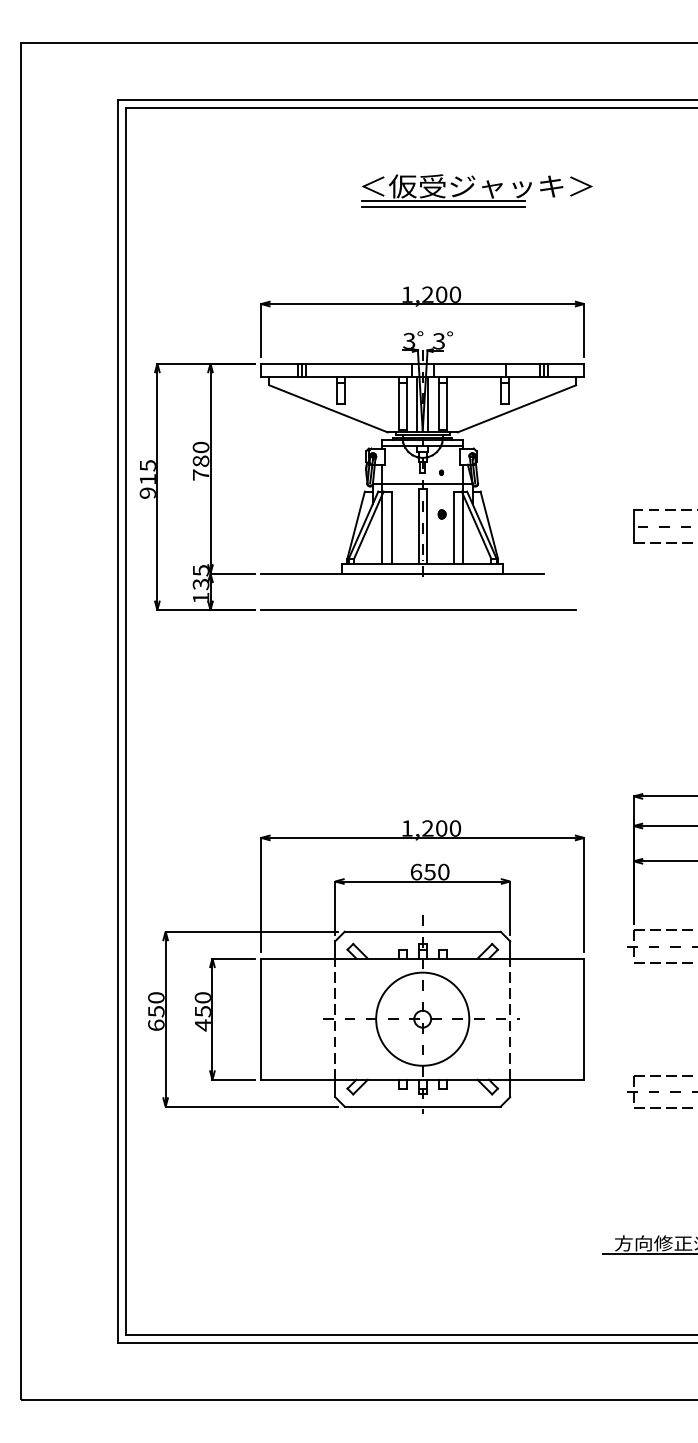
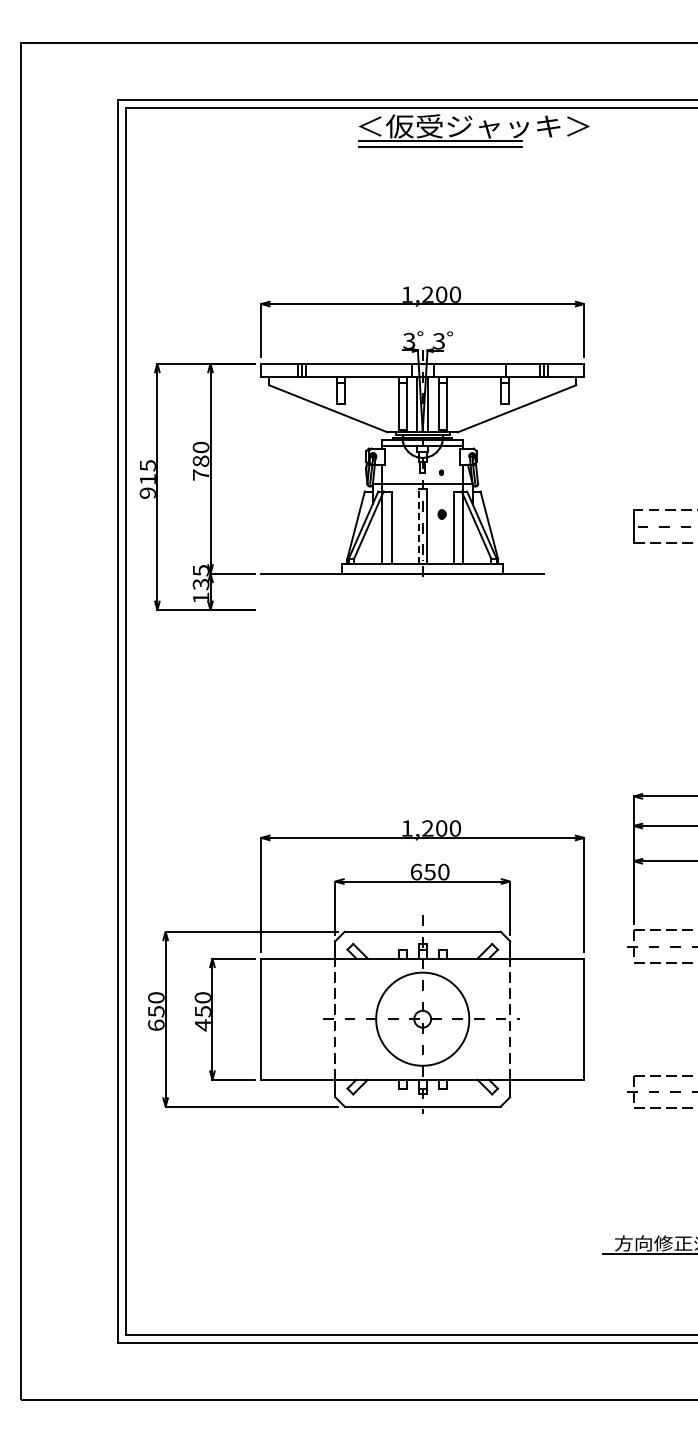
part at (476, 190) position: (476, 190) -> (473, 130)
line at (418, 526): solid -> dashed
line at (418, 610): present -> none
